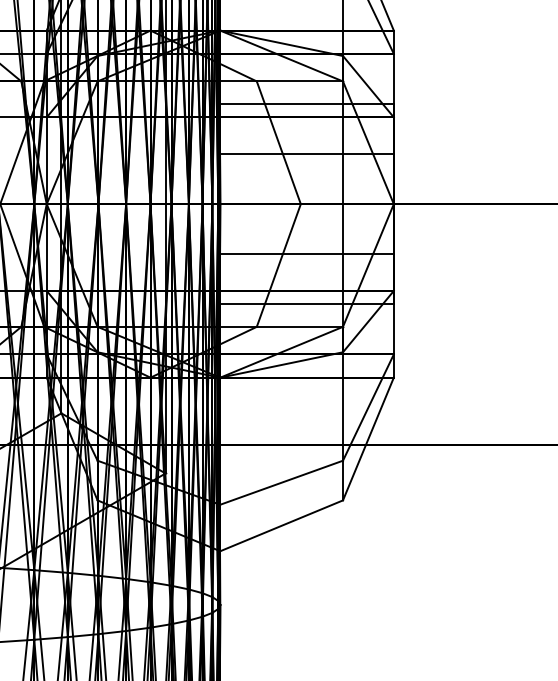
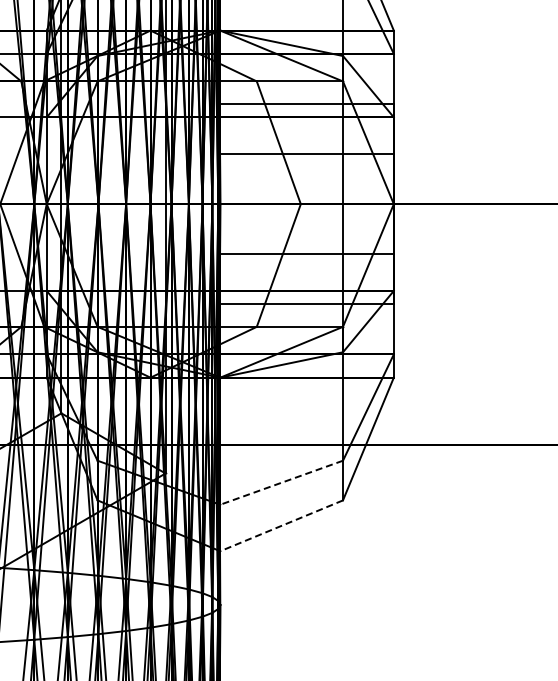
line at (281, 482): solid -> dashed
line at (281, 526): solid -> dashed
